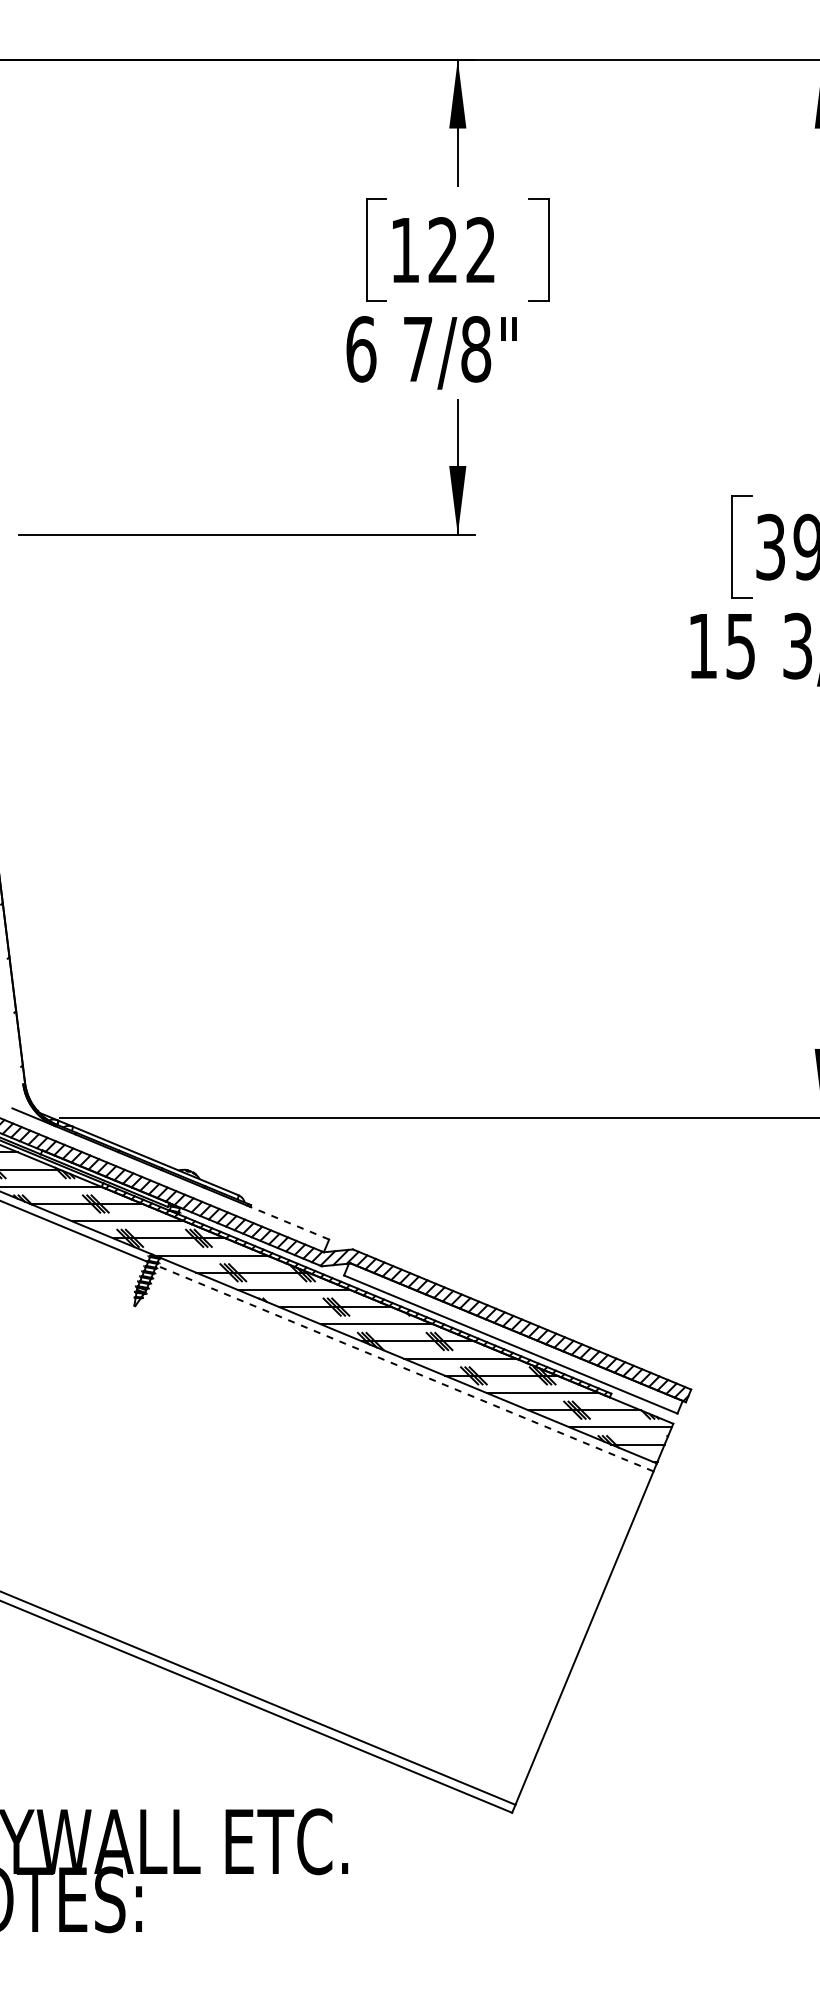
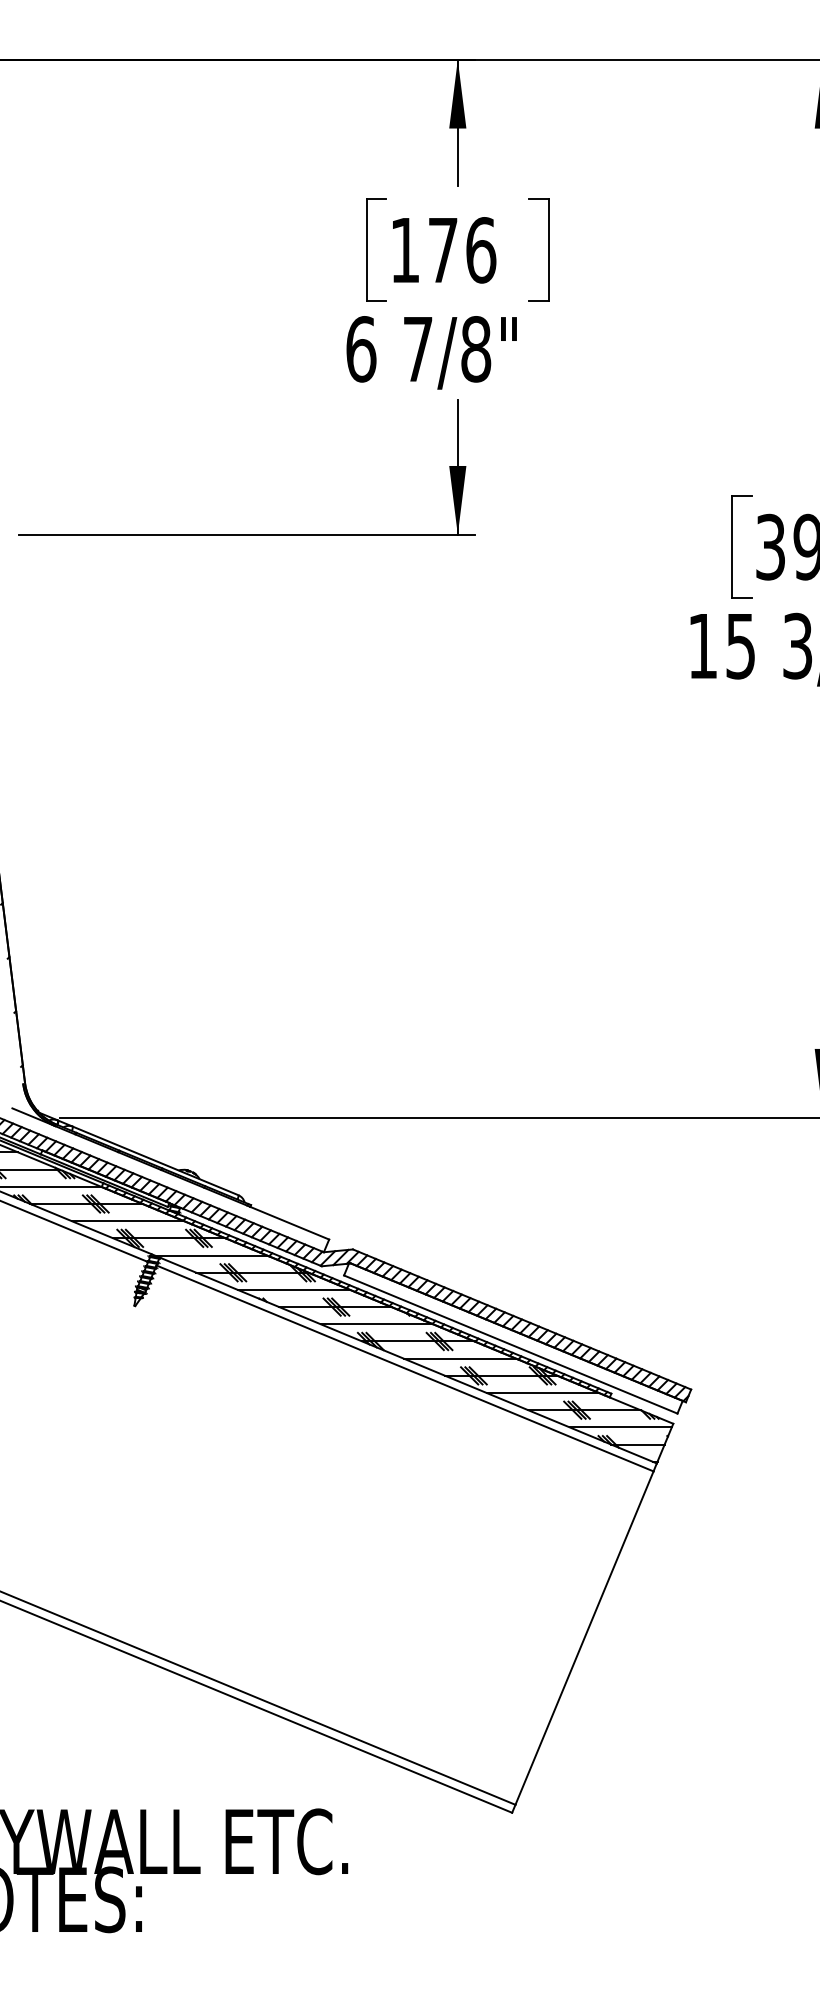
text at (462, 250): 122 -> 176
line at (289, 1223): dashed -> solid
line at (404, 1368): dashed -> solid
